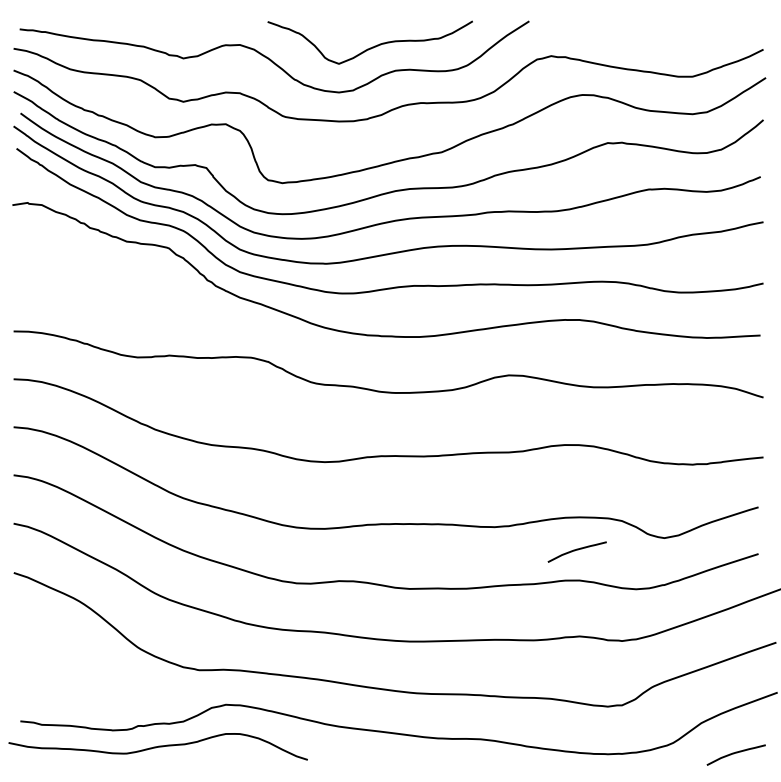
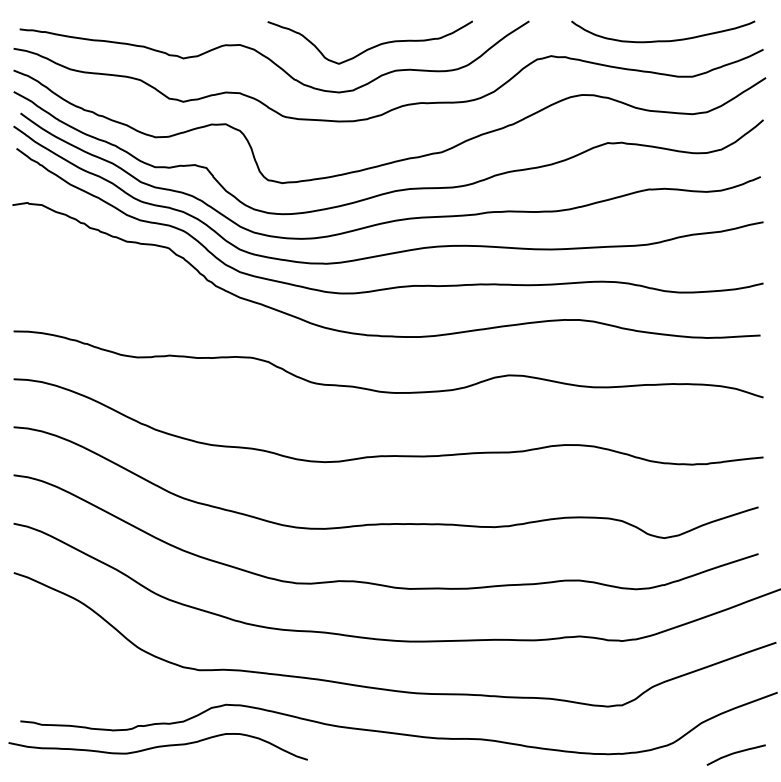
curve at (663, 40): none -> present
curve at (576, 550): present -> none
